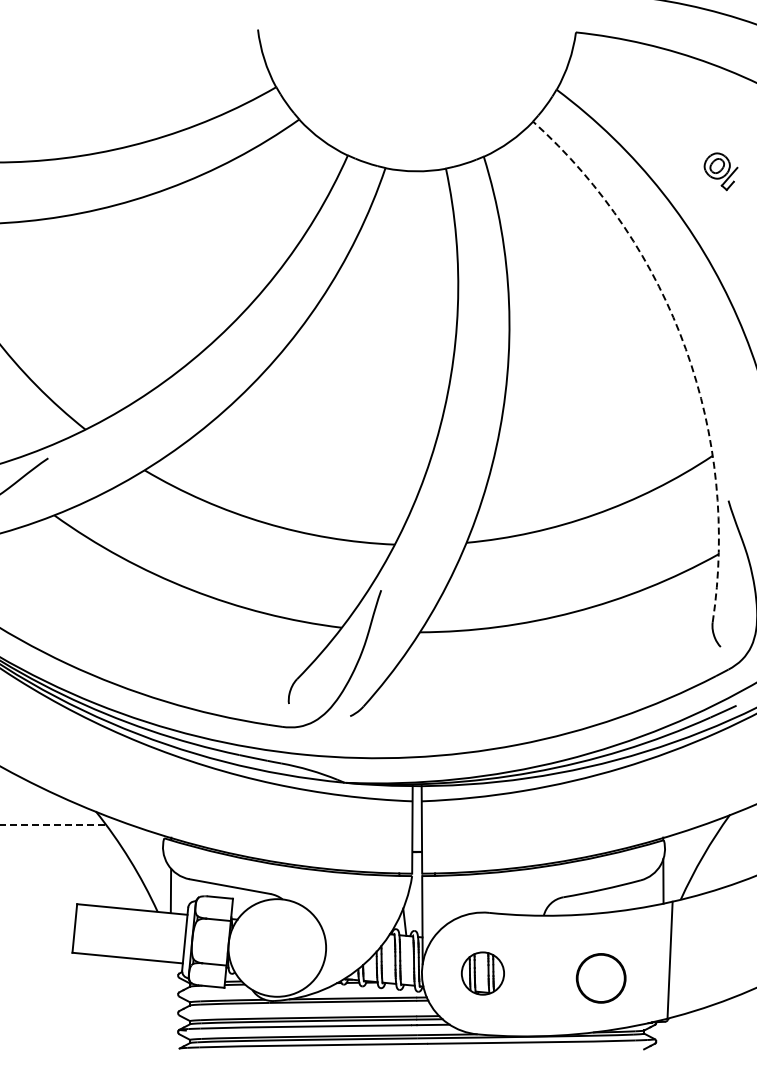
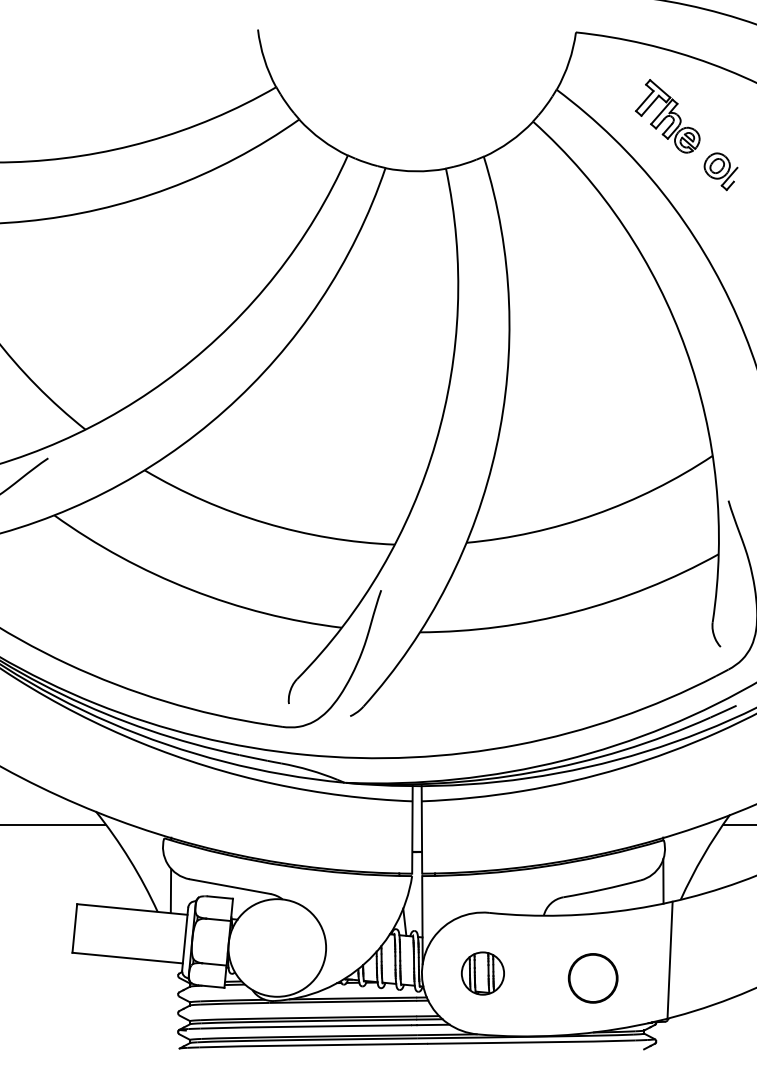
part at (667, 116): none -> present
arc at (685, 349): dashed -> solid
line at (52, 824): dashed -> solid
line at (738, 824): none -> present
part at (600, 978) position: (600, 978) -> (592, 978)
